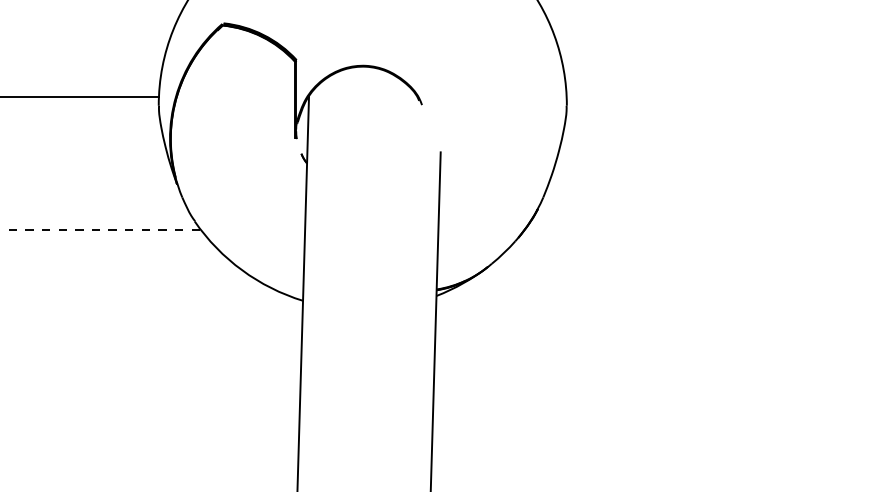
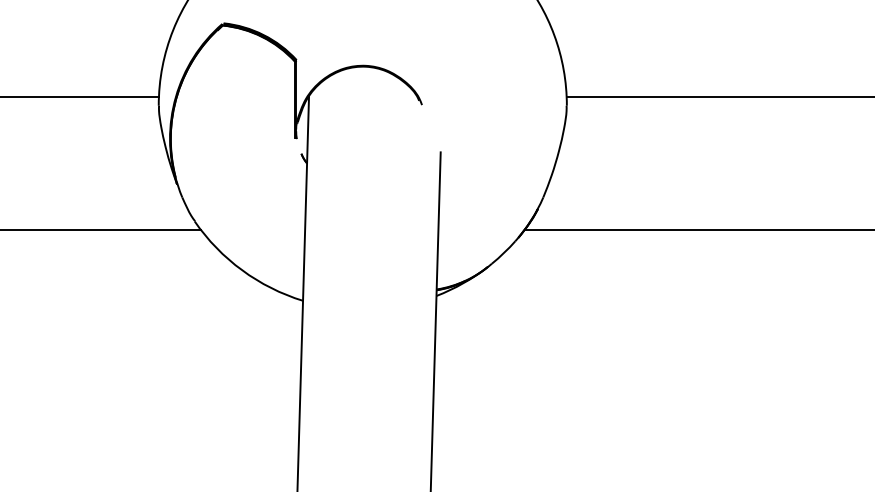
line at (718, 96): none -> present
line at (101, 230): dashed -> solid
line at (697, 230): none -> present
